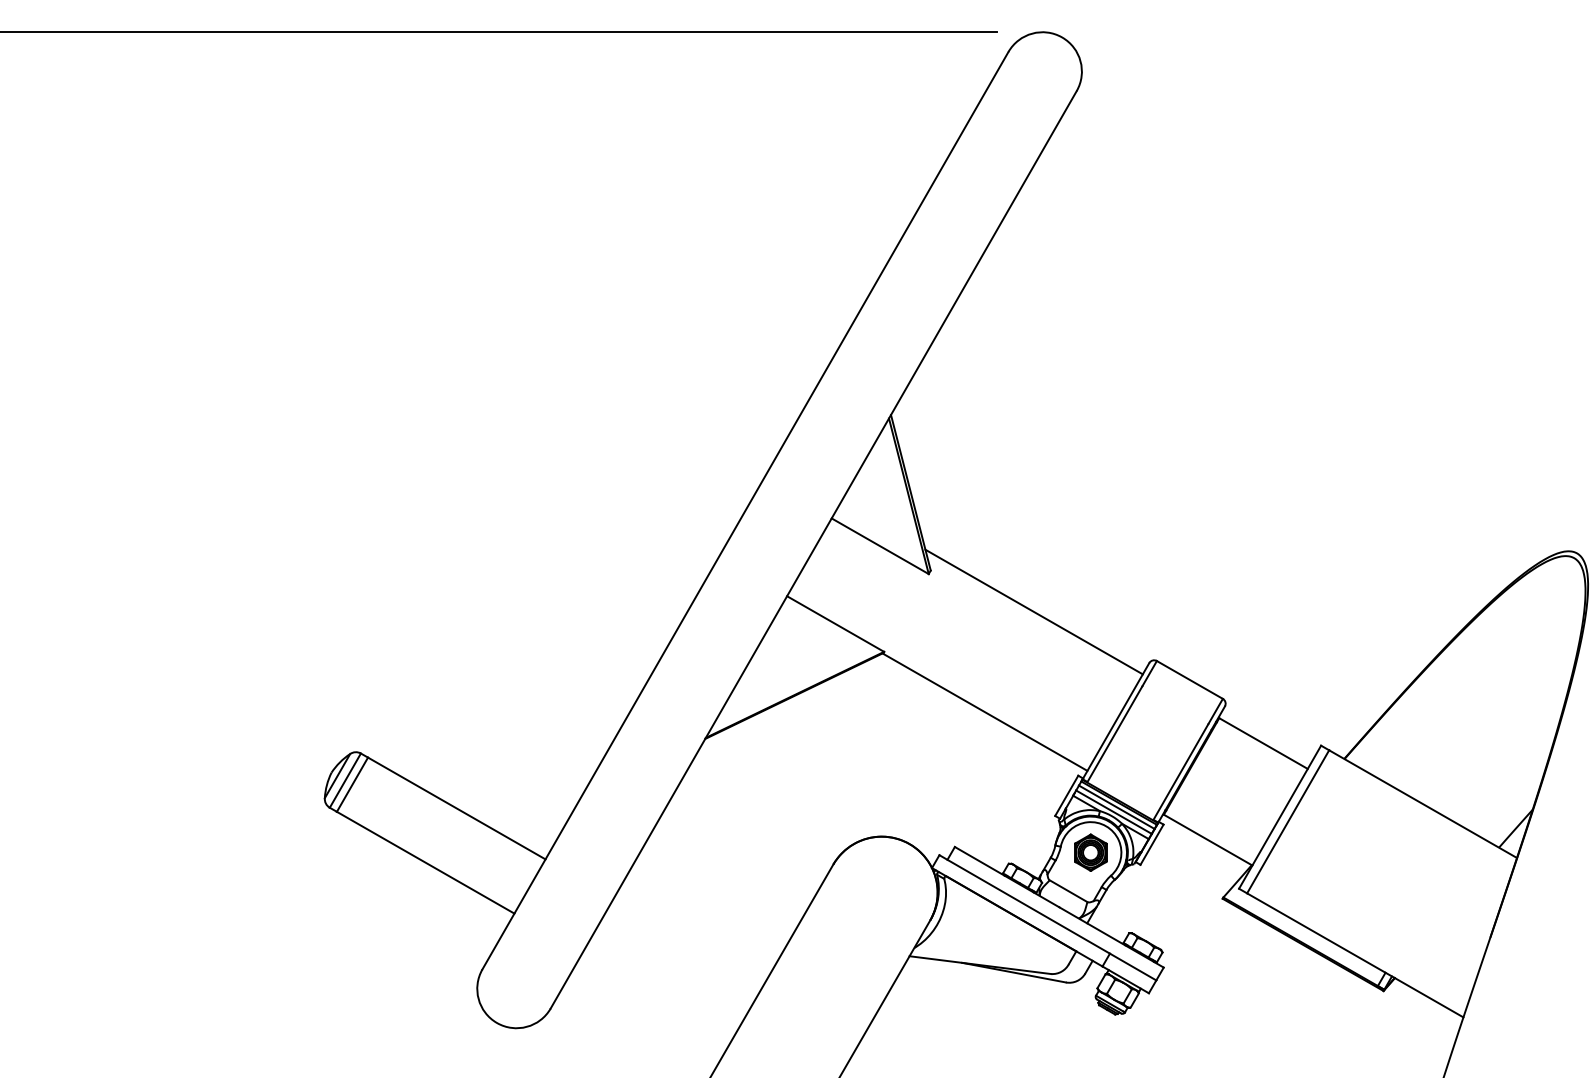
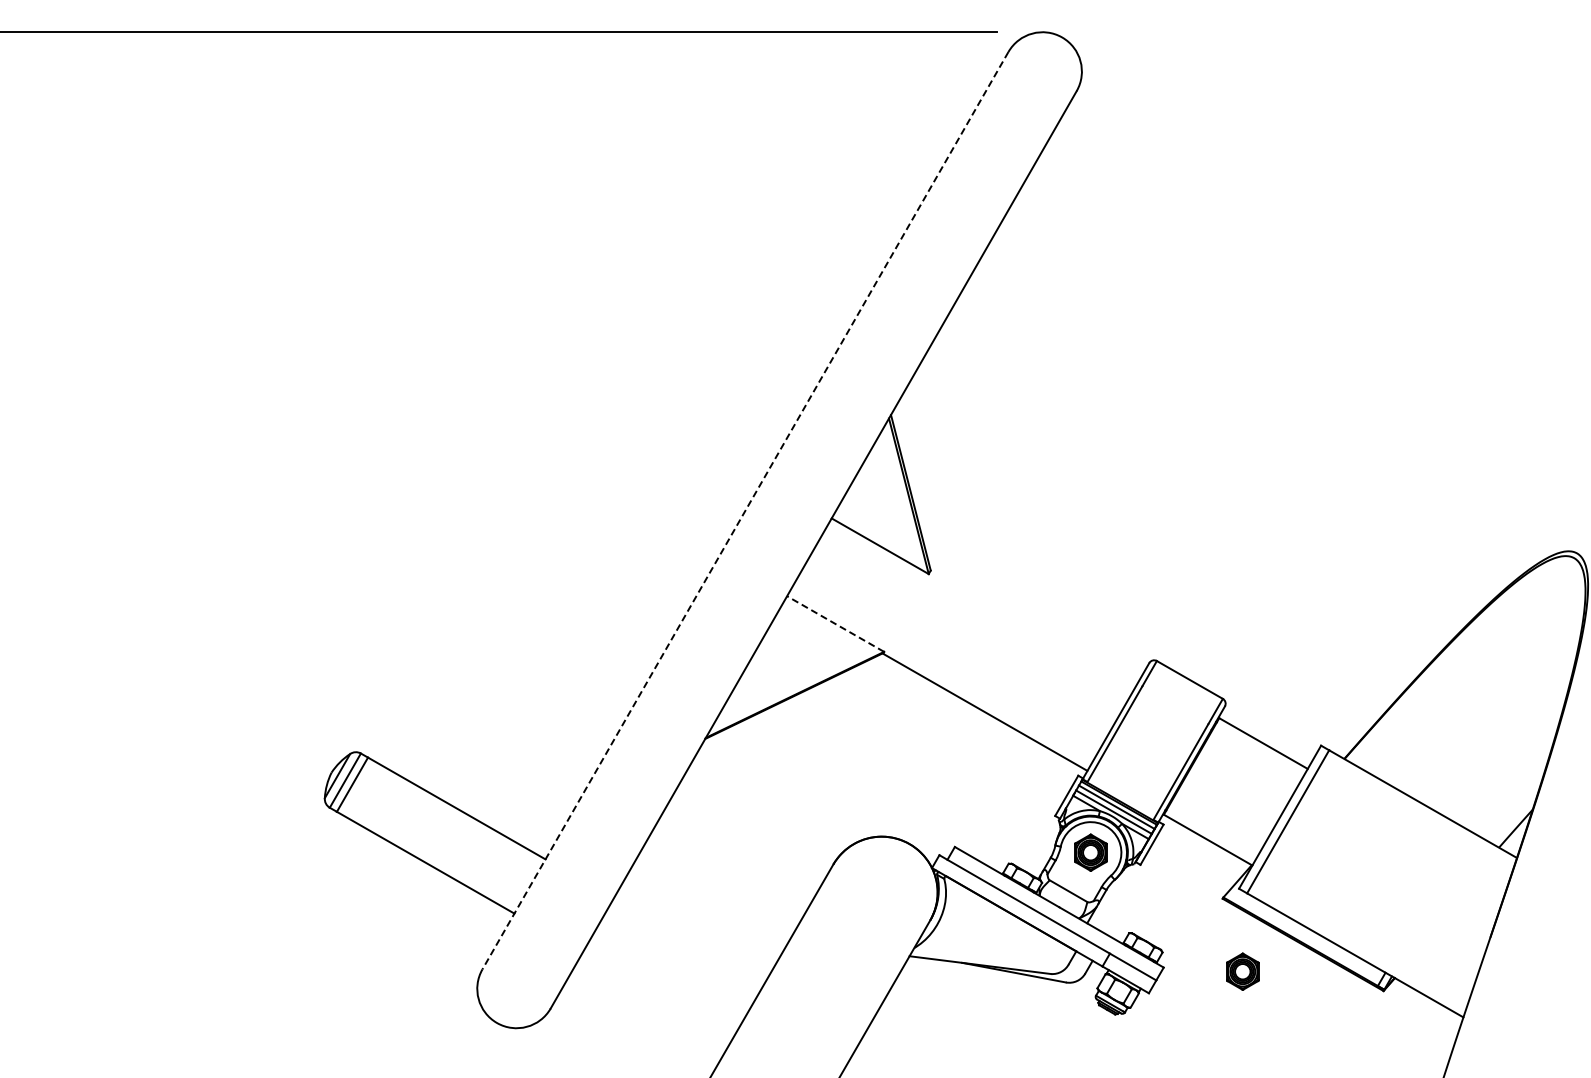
line at (745, 510): solid -> dashed
line at (1033, 611): present -> none
line at (835, 624): solid -> dashed
part at (1242, 971): none -> present
